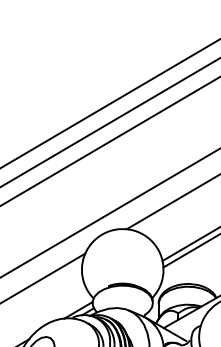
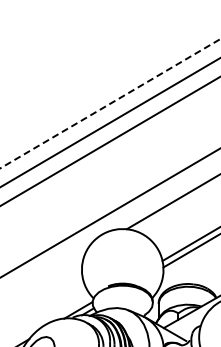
line at (110, 103): solid -> dashed
line at (43, 277): present -> none
